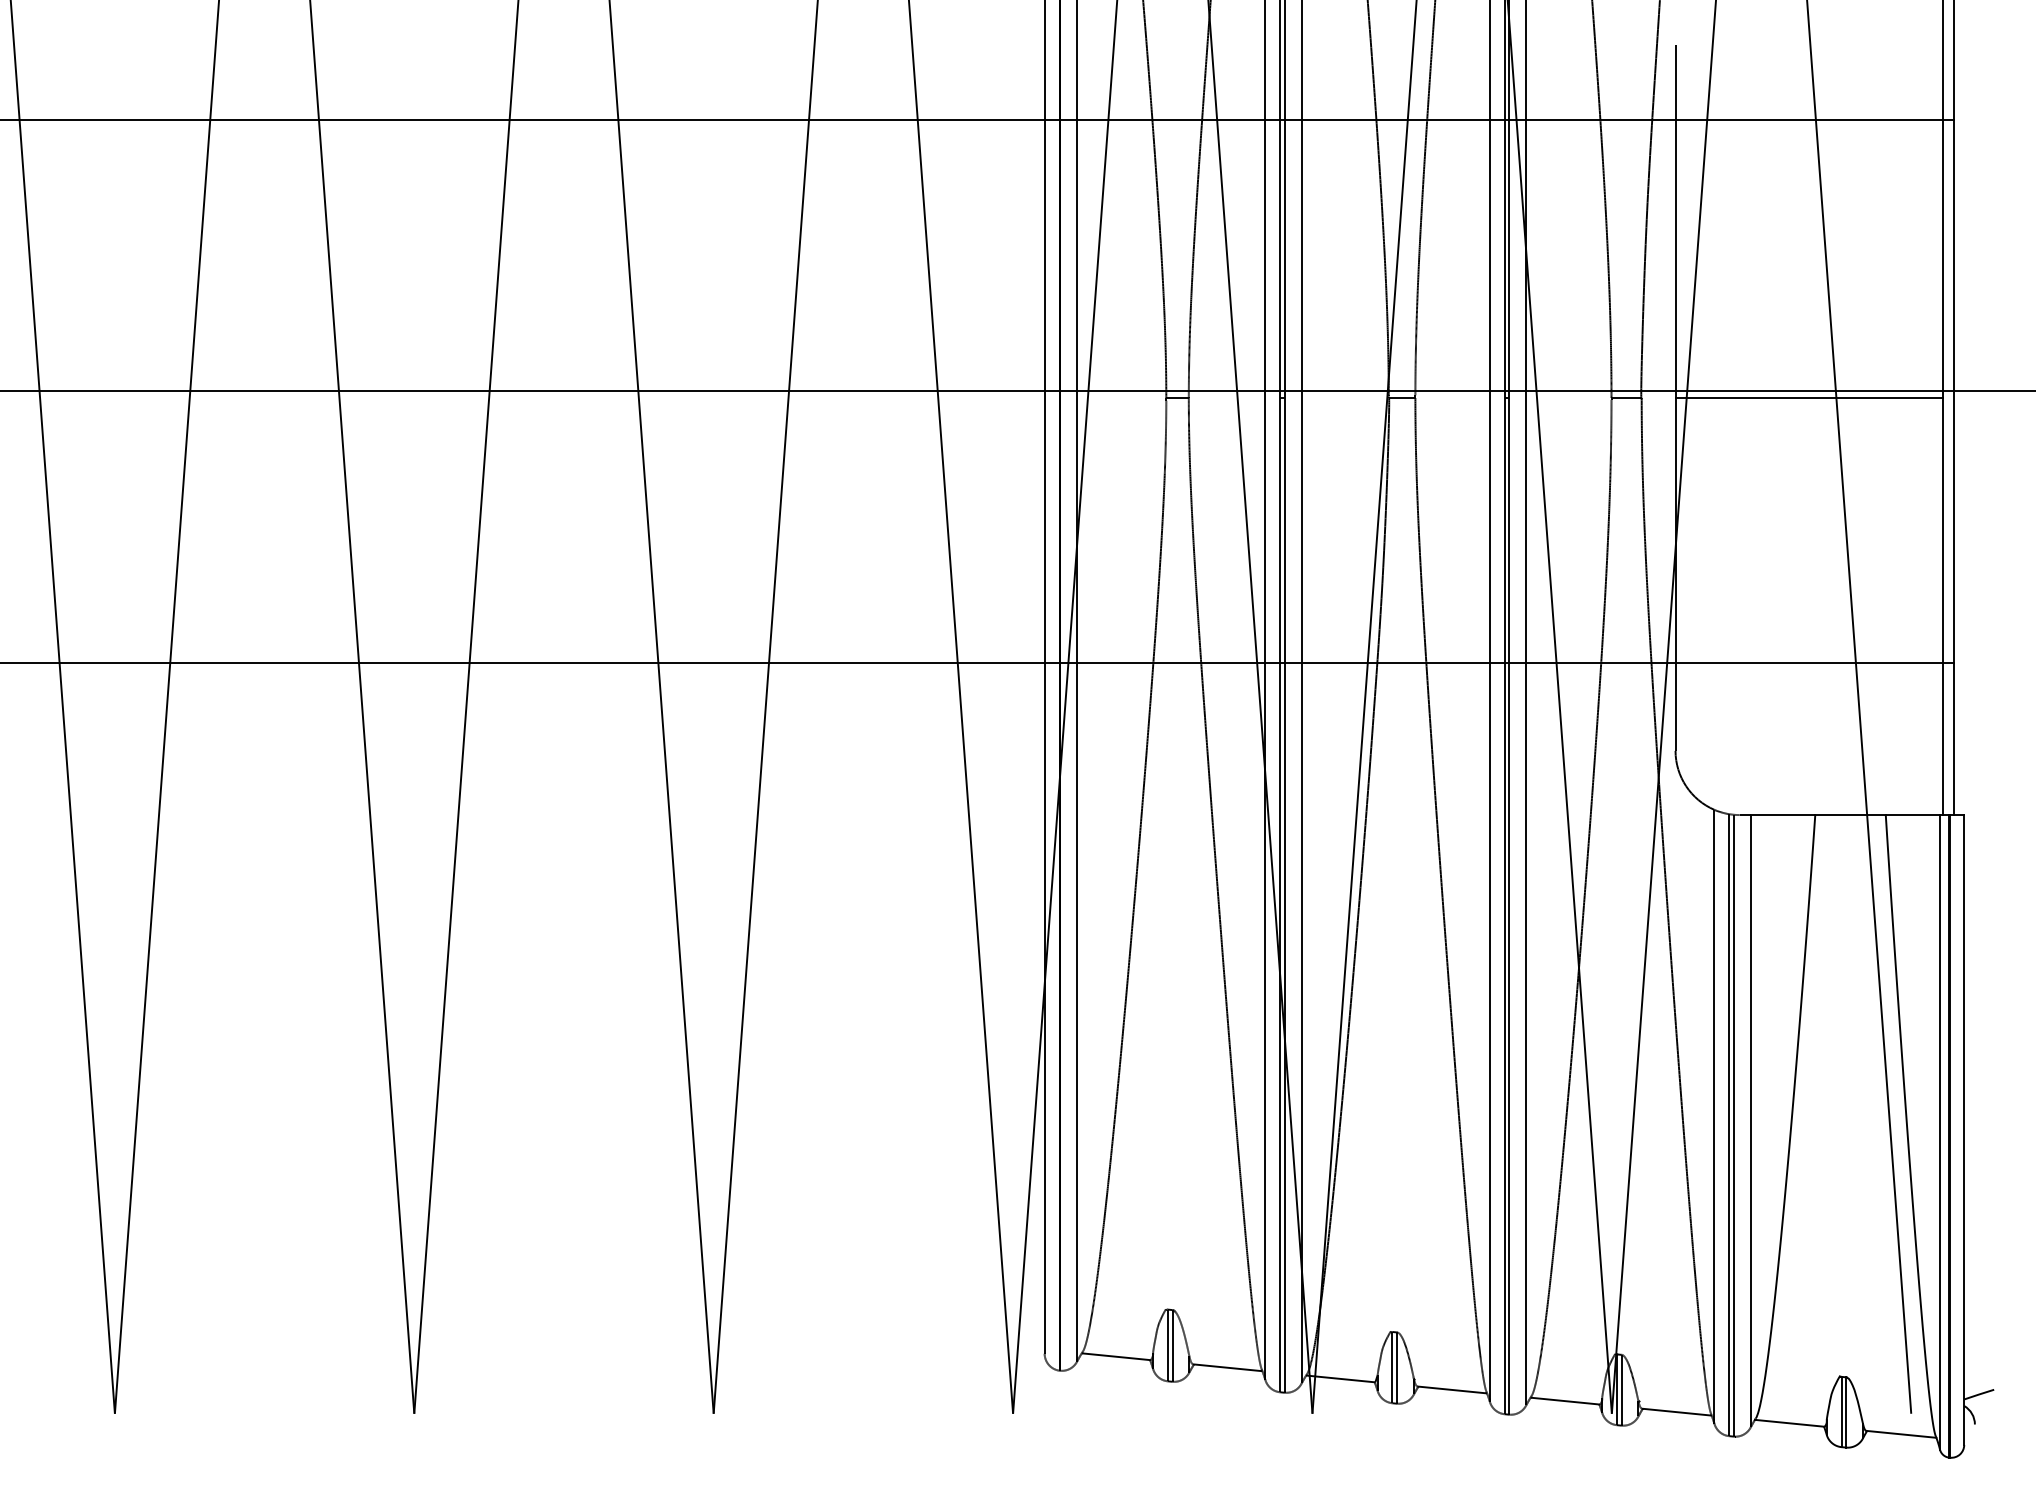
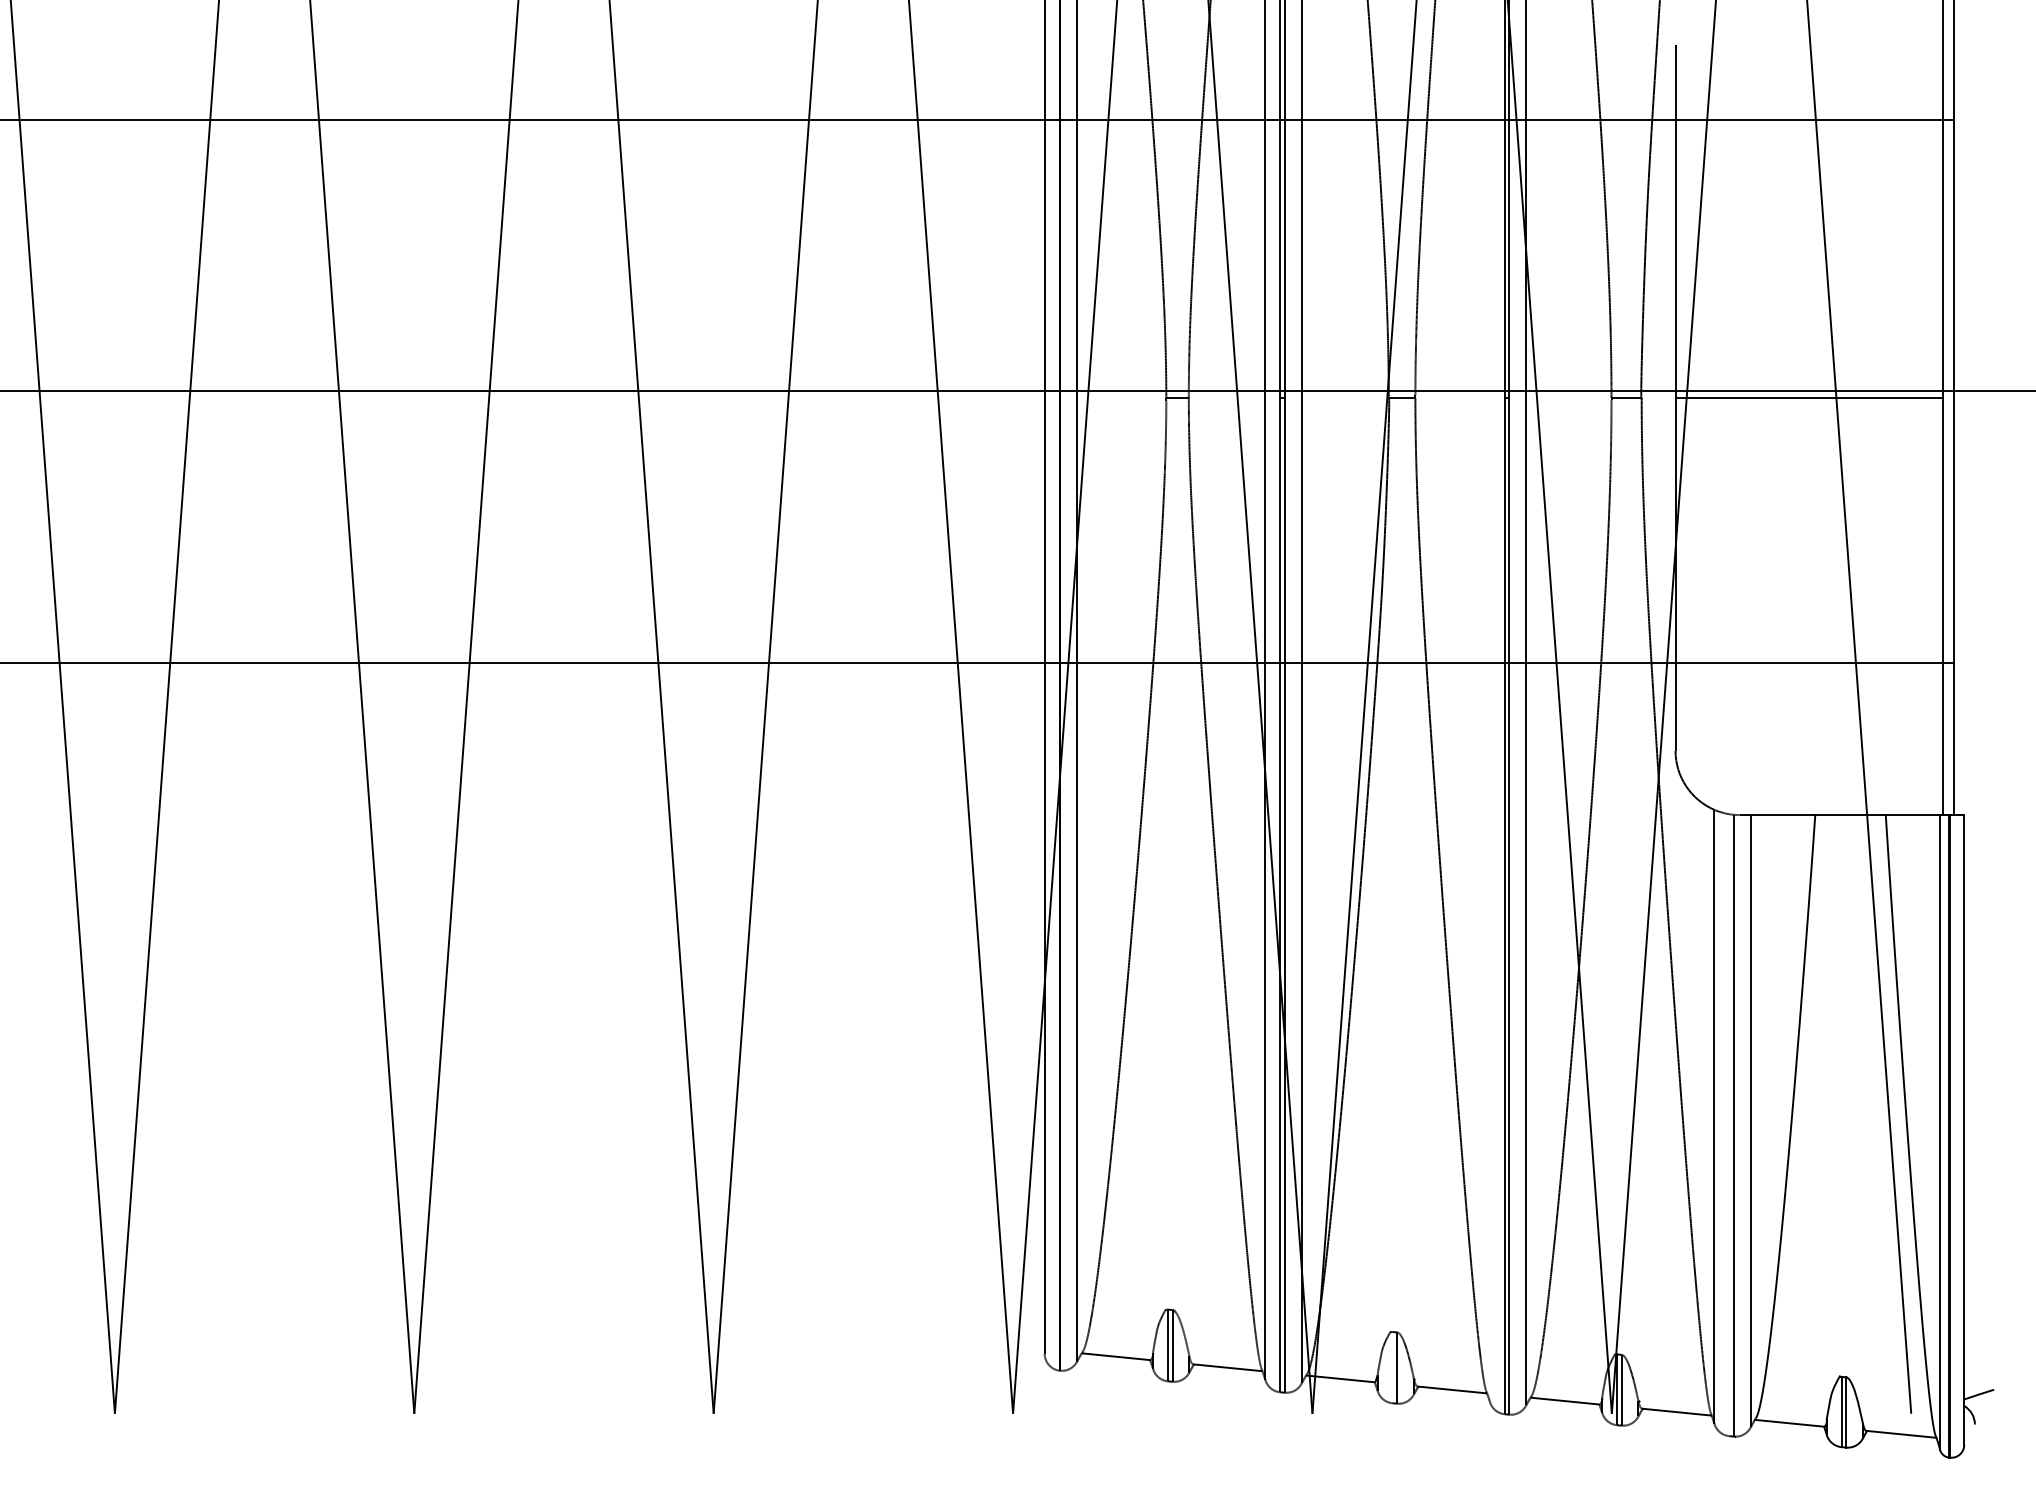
line at (1489, 701): present -> none
line at (1729, 1125): present -> none
line at (1392, 1367): present -> none
